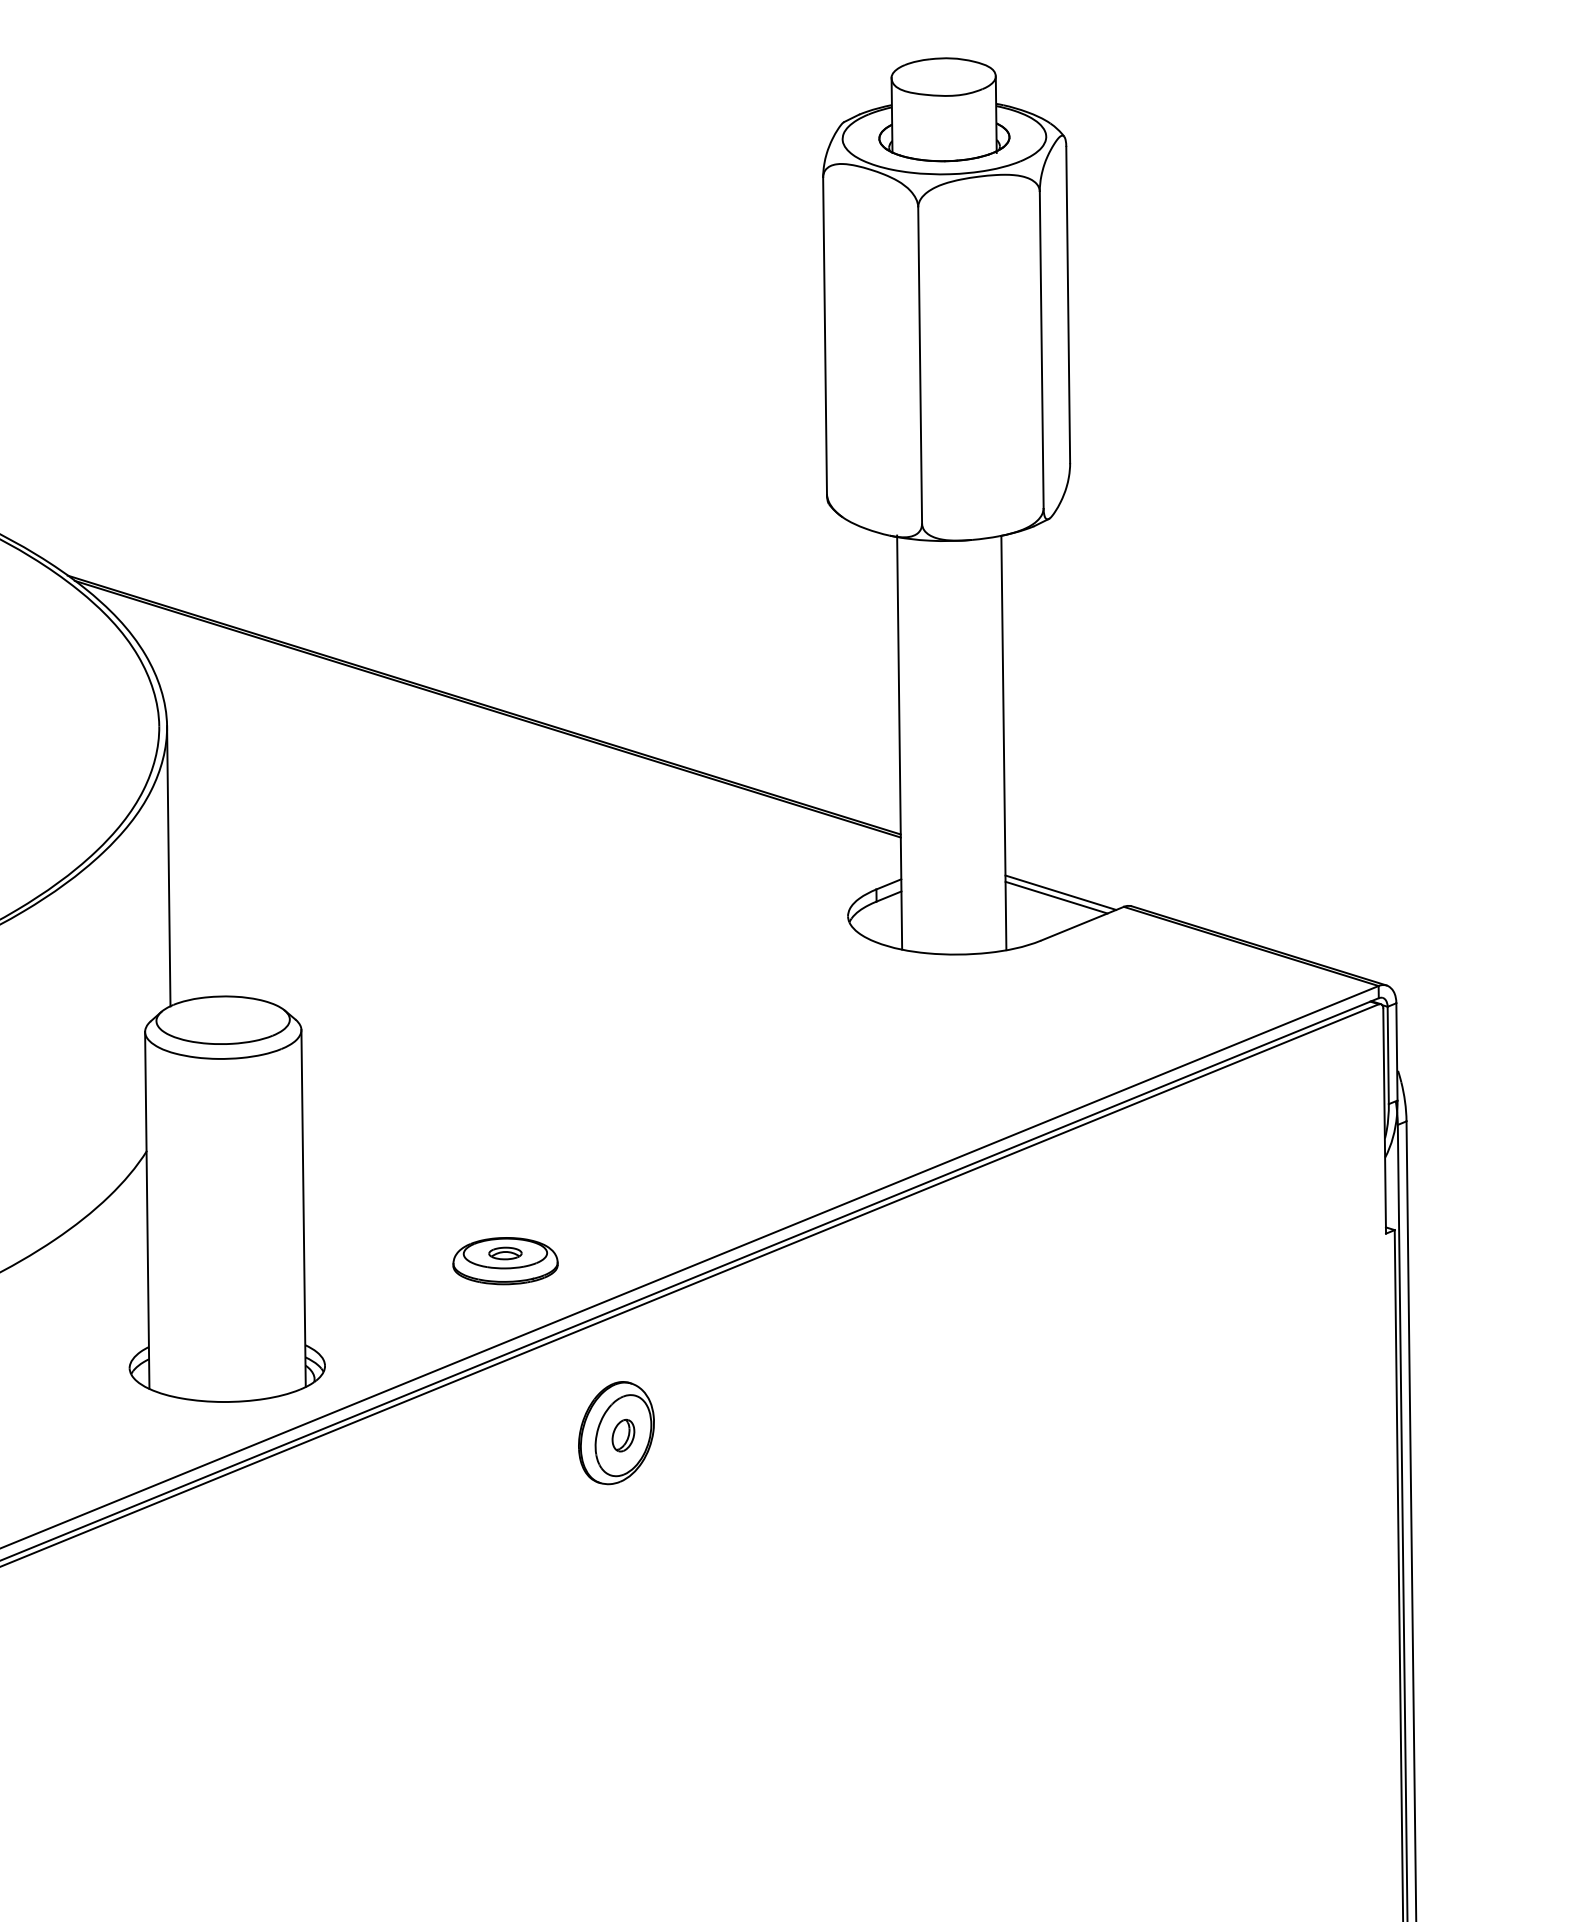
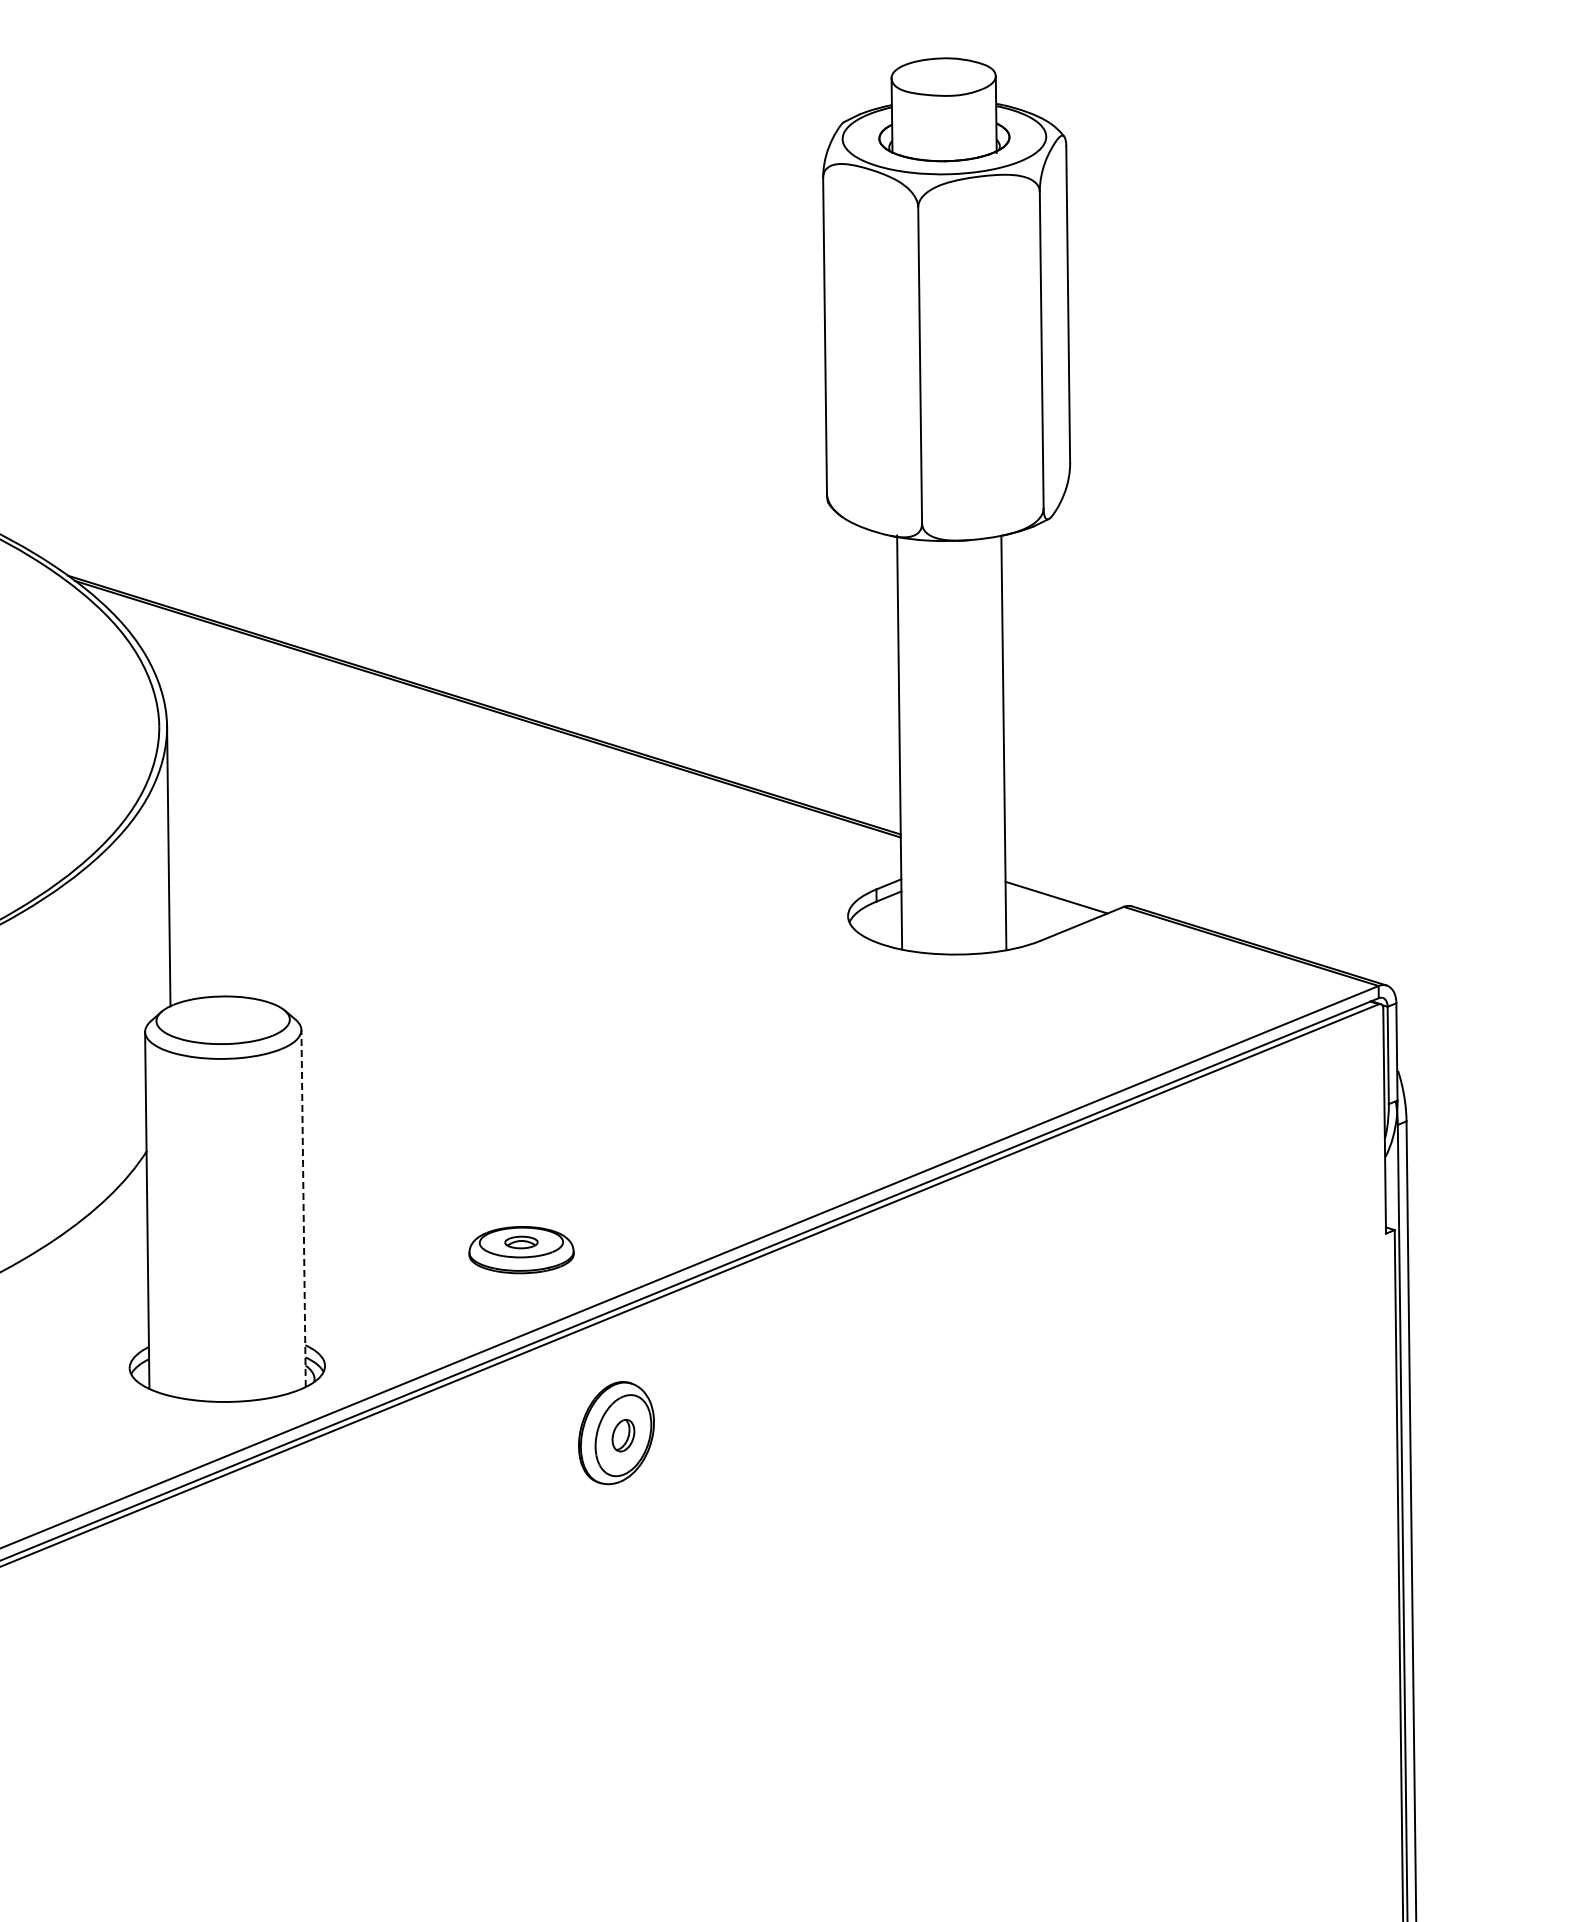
line at (1060, 892): present -> none
line at (303, 1208): solid -> dashed
part at (505, 1261) position: (505, 1261) -> (521, 1250)
